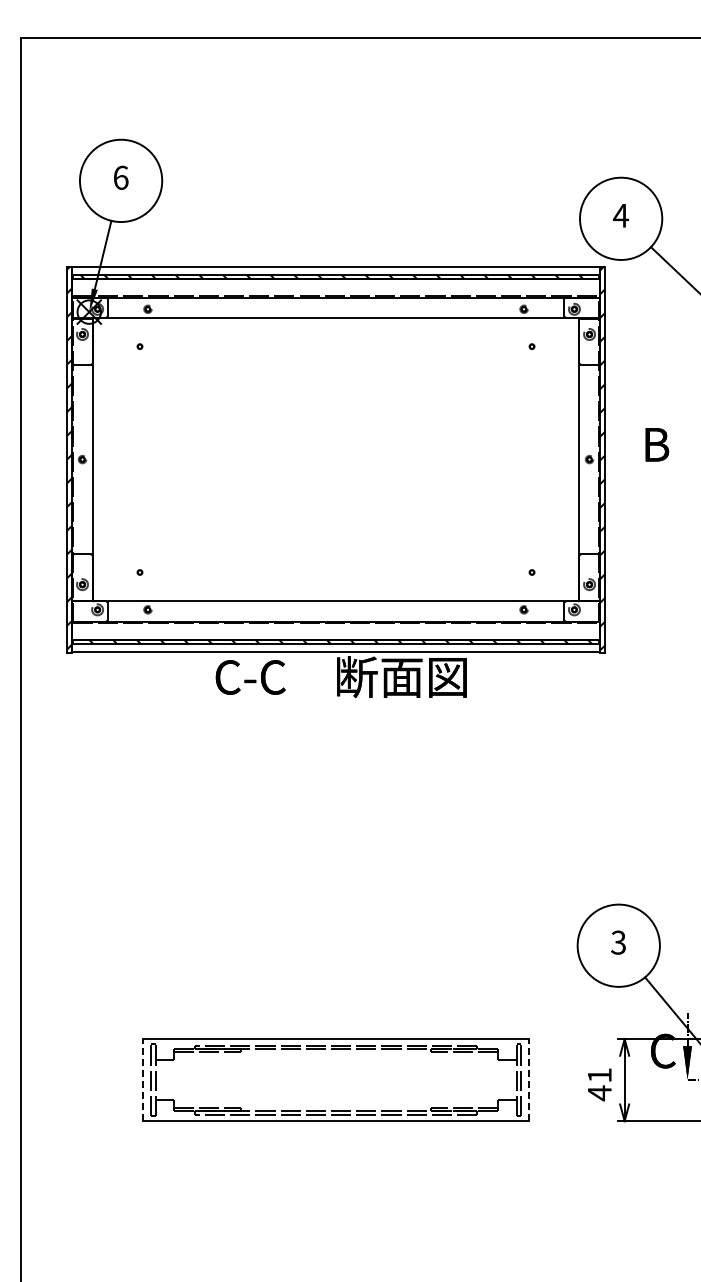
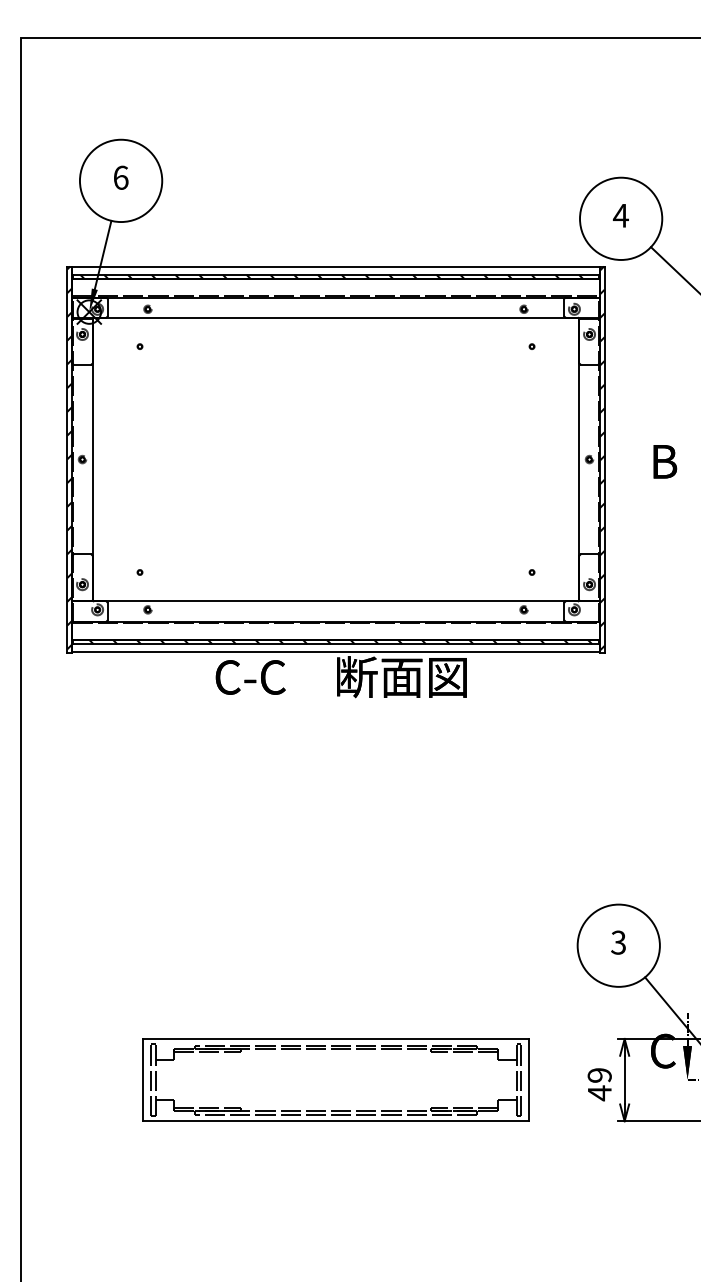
text at (657, 444) position: (657, 444) -> (665, 461)
text at (599, 1075): 41 -> 49
line at (142, 1079): dashed -> solid
line at (529, 1079): dashed -> solid
